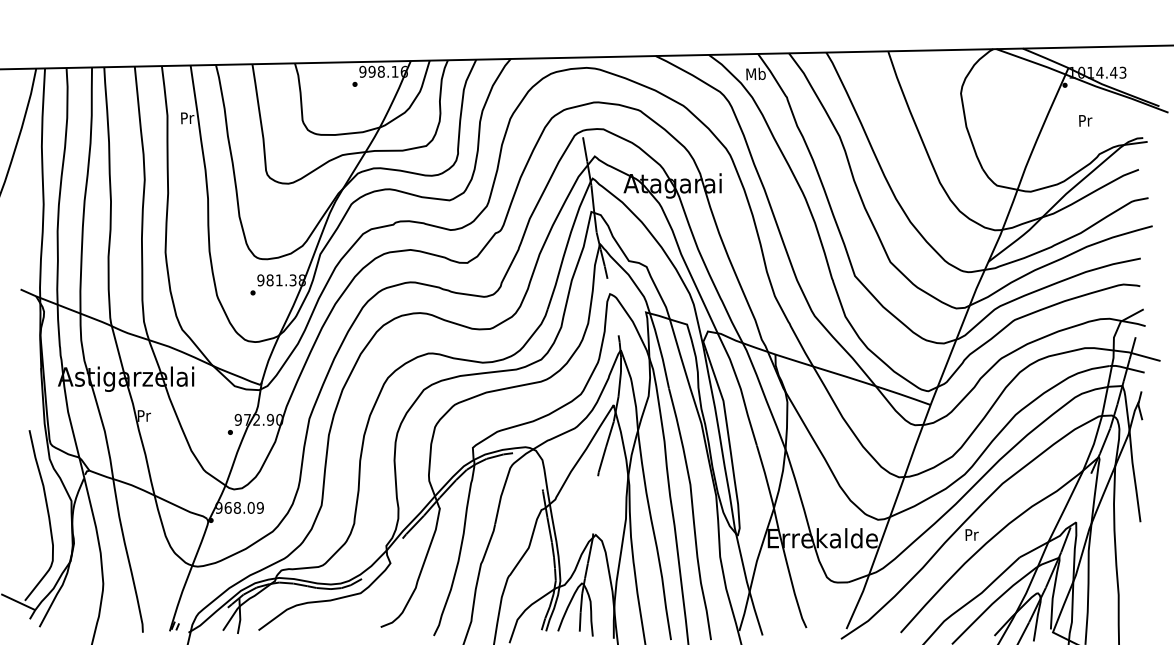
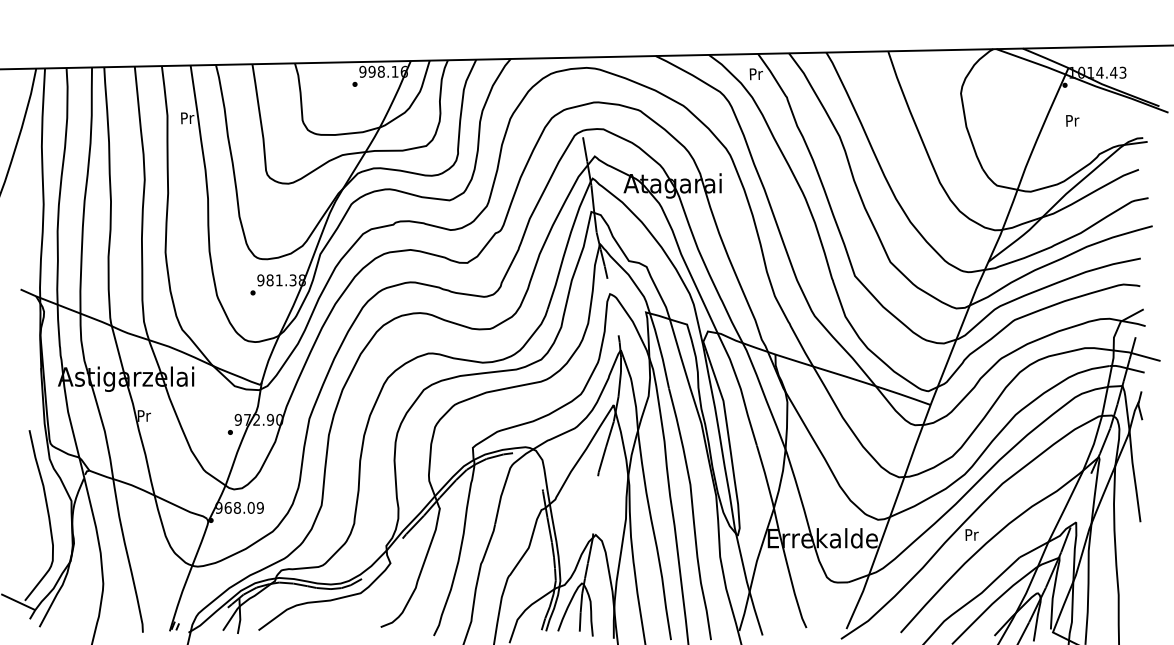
text at (755, 73): Mb -> Pr
text at (1085, 120) position: (1085, 120) -> (1072, 120)
